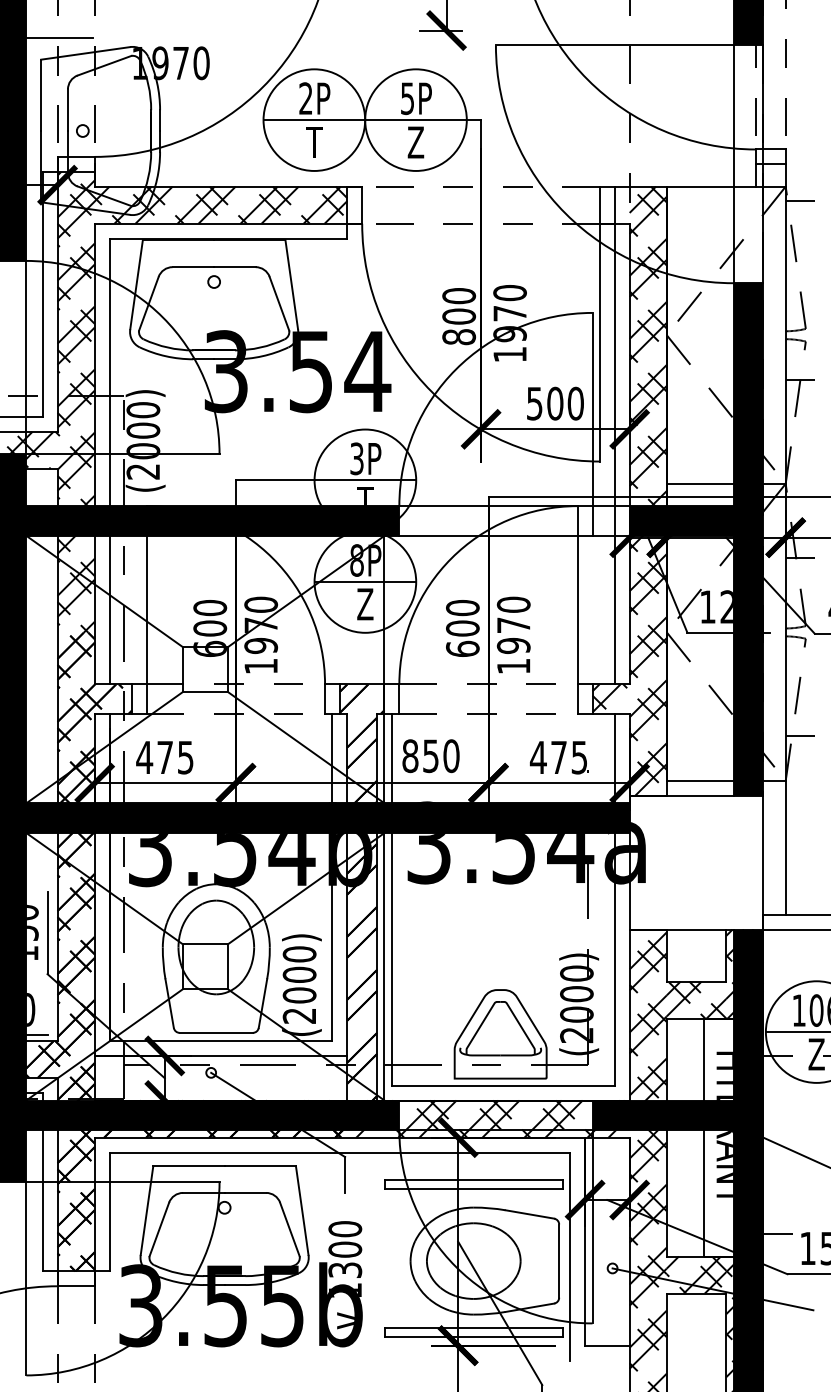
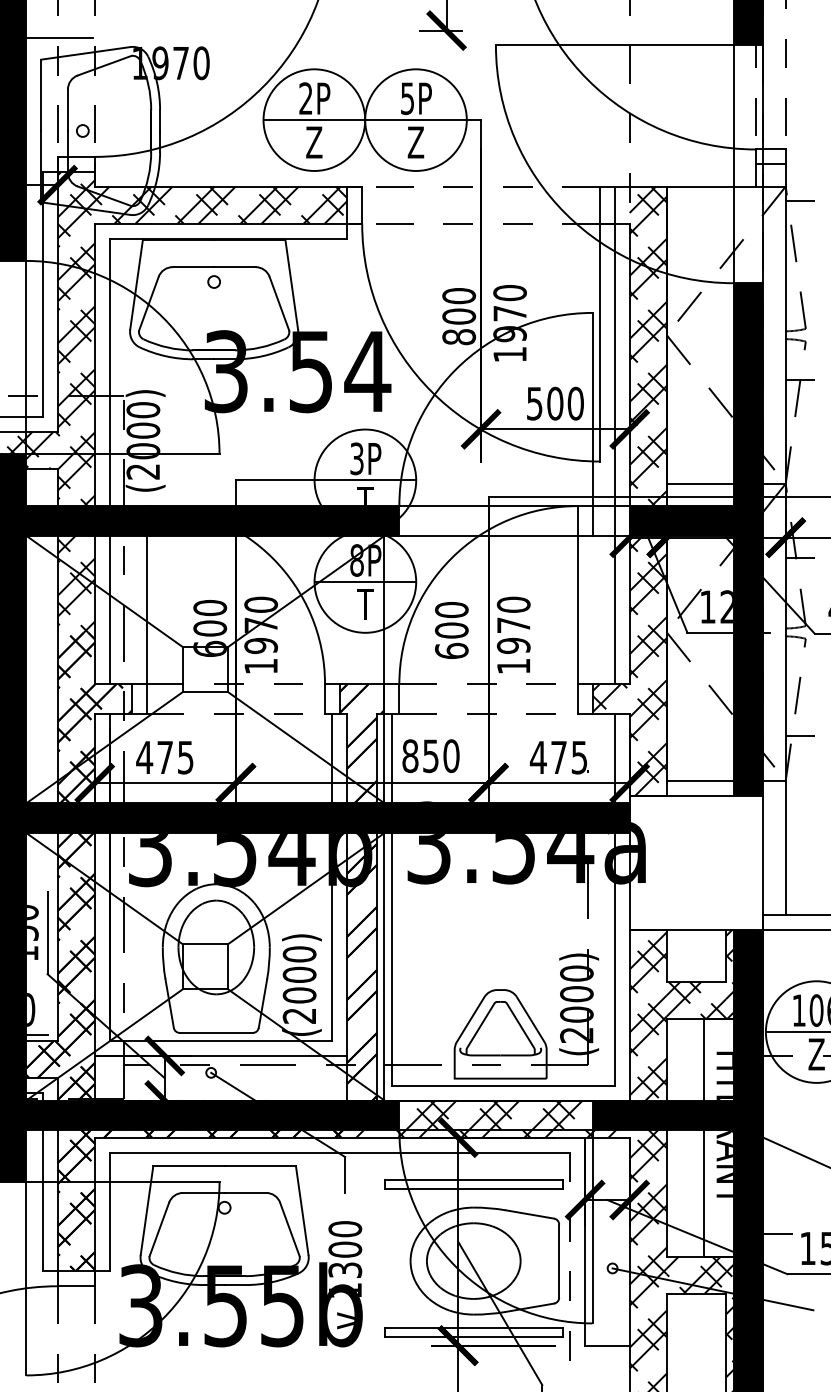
text at (314, 142): T -> Z
text at (365, 604): Z -> T
text at (462, 628) position: (462, 628) -> (451, 630)
line at (570, 1256): solid -> dashed
